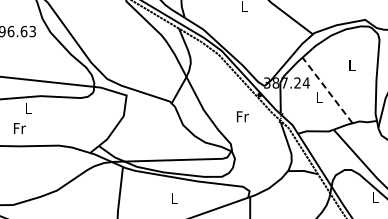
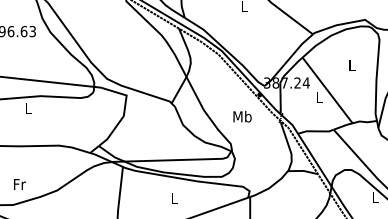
line at (327, 90): dashed -> solid
text at (242, 116): Fr -> Mb
text at (19, 128) position: (19, 128) -> (19, 184)
